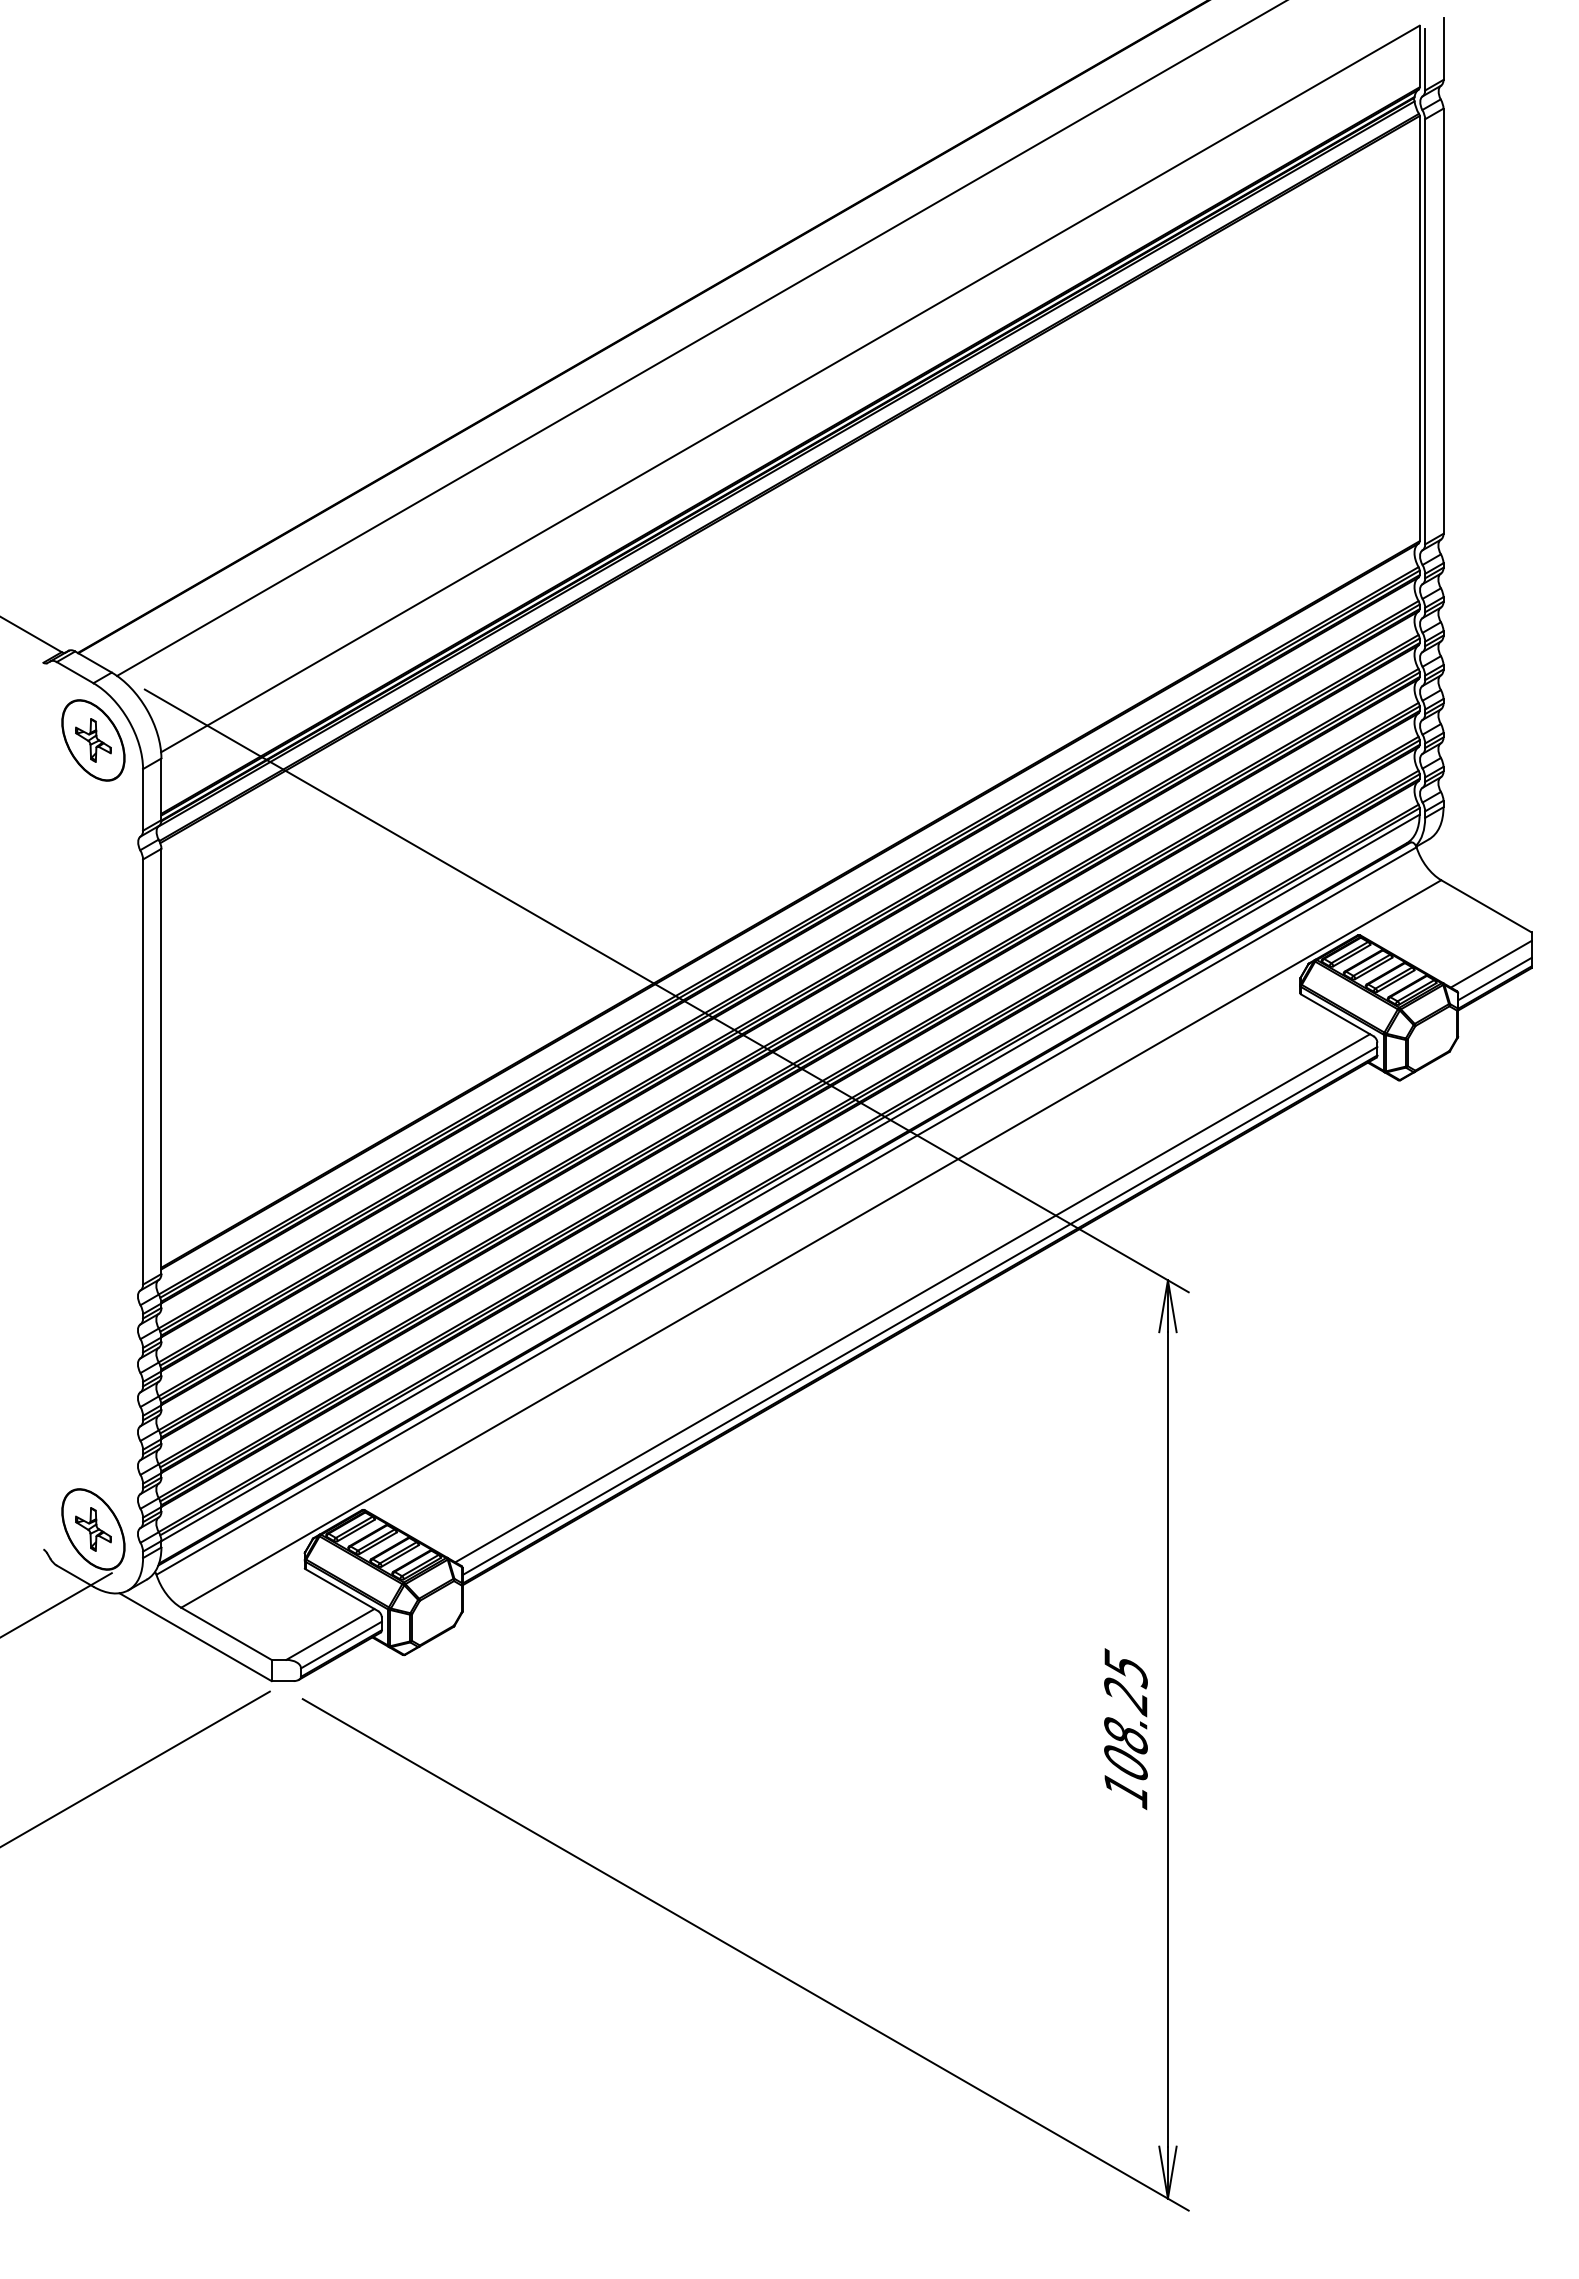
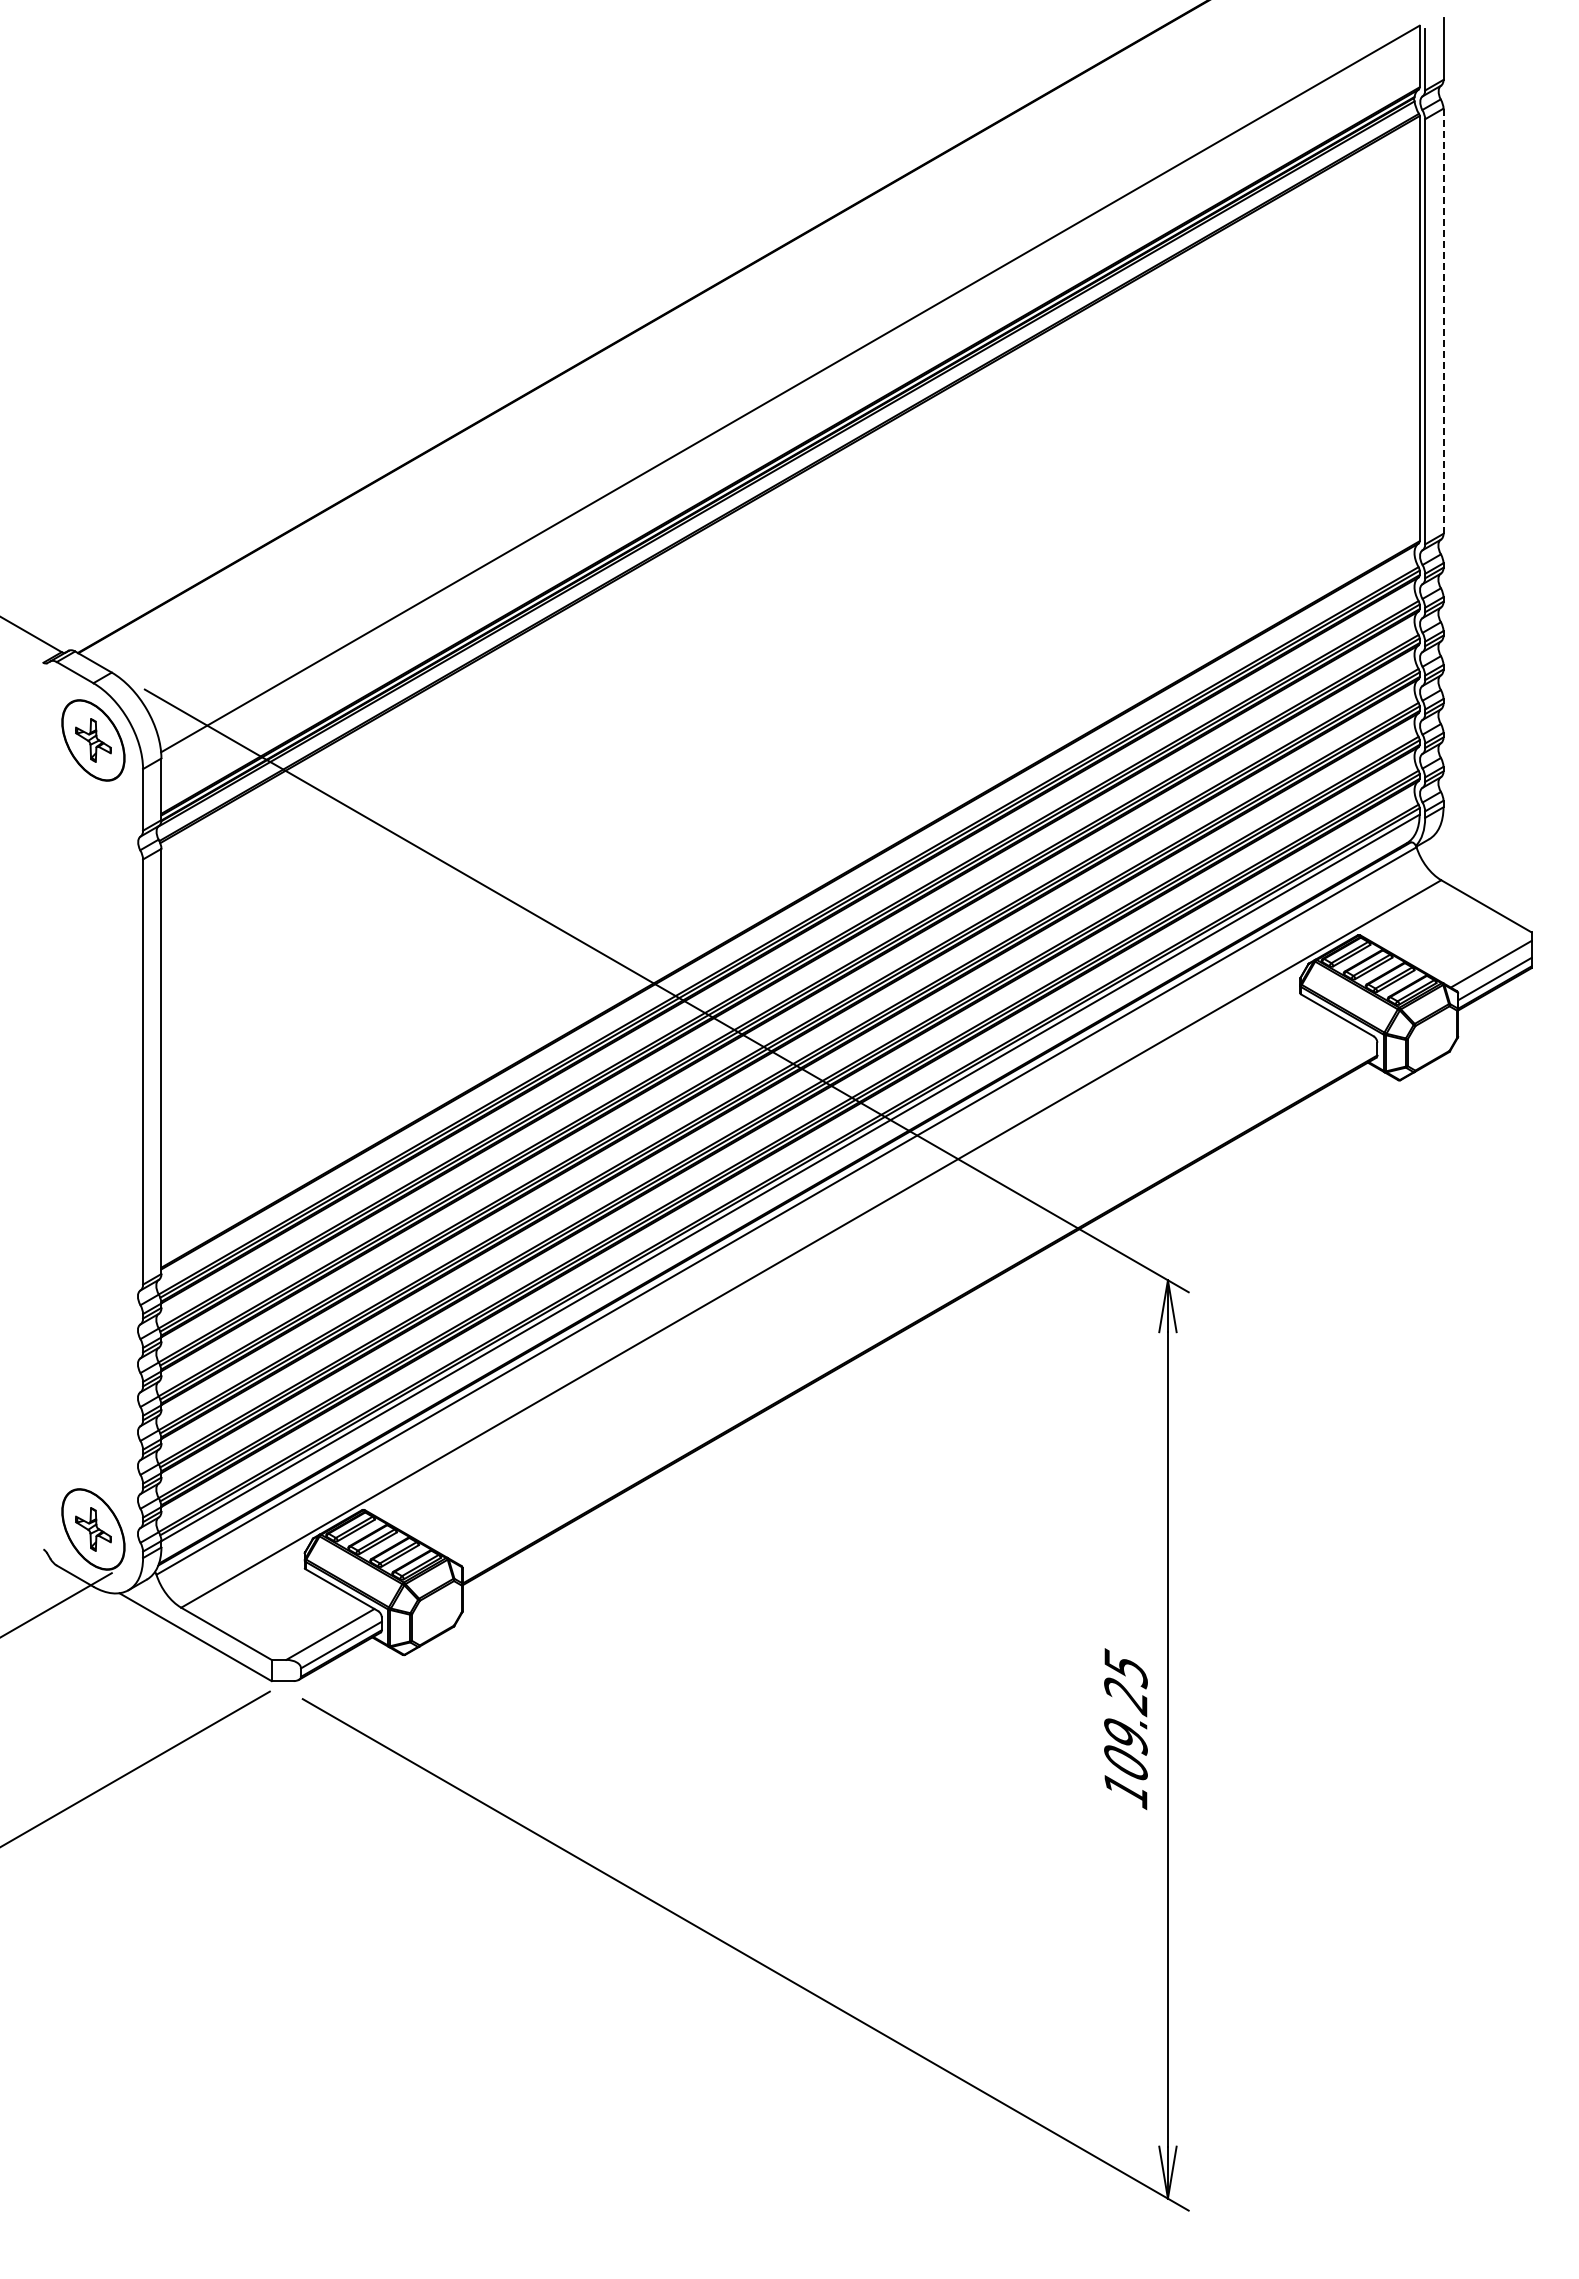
line at (1443, 321): solid -> dashed
line at (700, 338): present -> none
line at (912, 1298): present -> none
line at (919, 1310): present -> none
text at (1125, 1736): 108.25 -> 109.25
